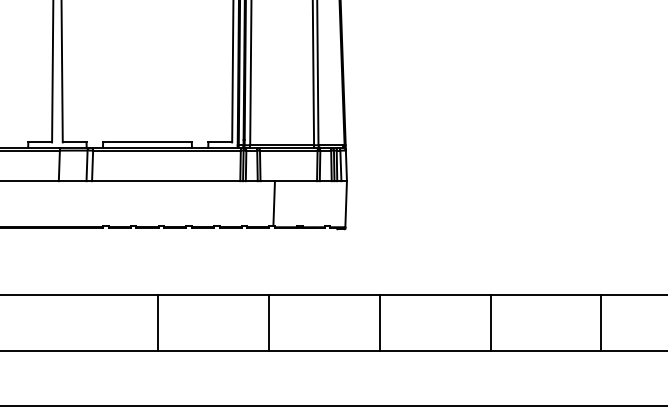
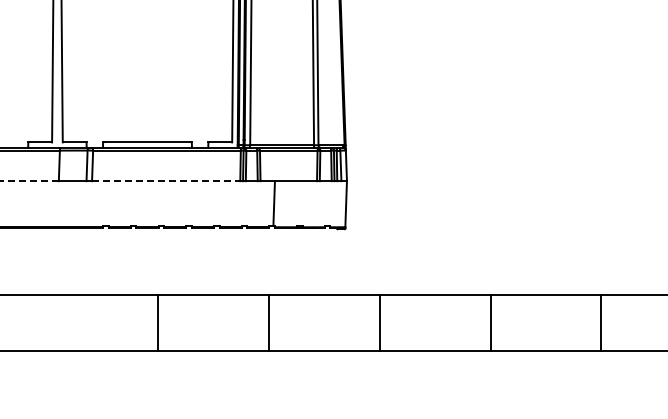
line at (29, 181): solid -> dashed
line at (166, 181): solid -> dashed
line at (333, 406): present -> none
